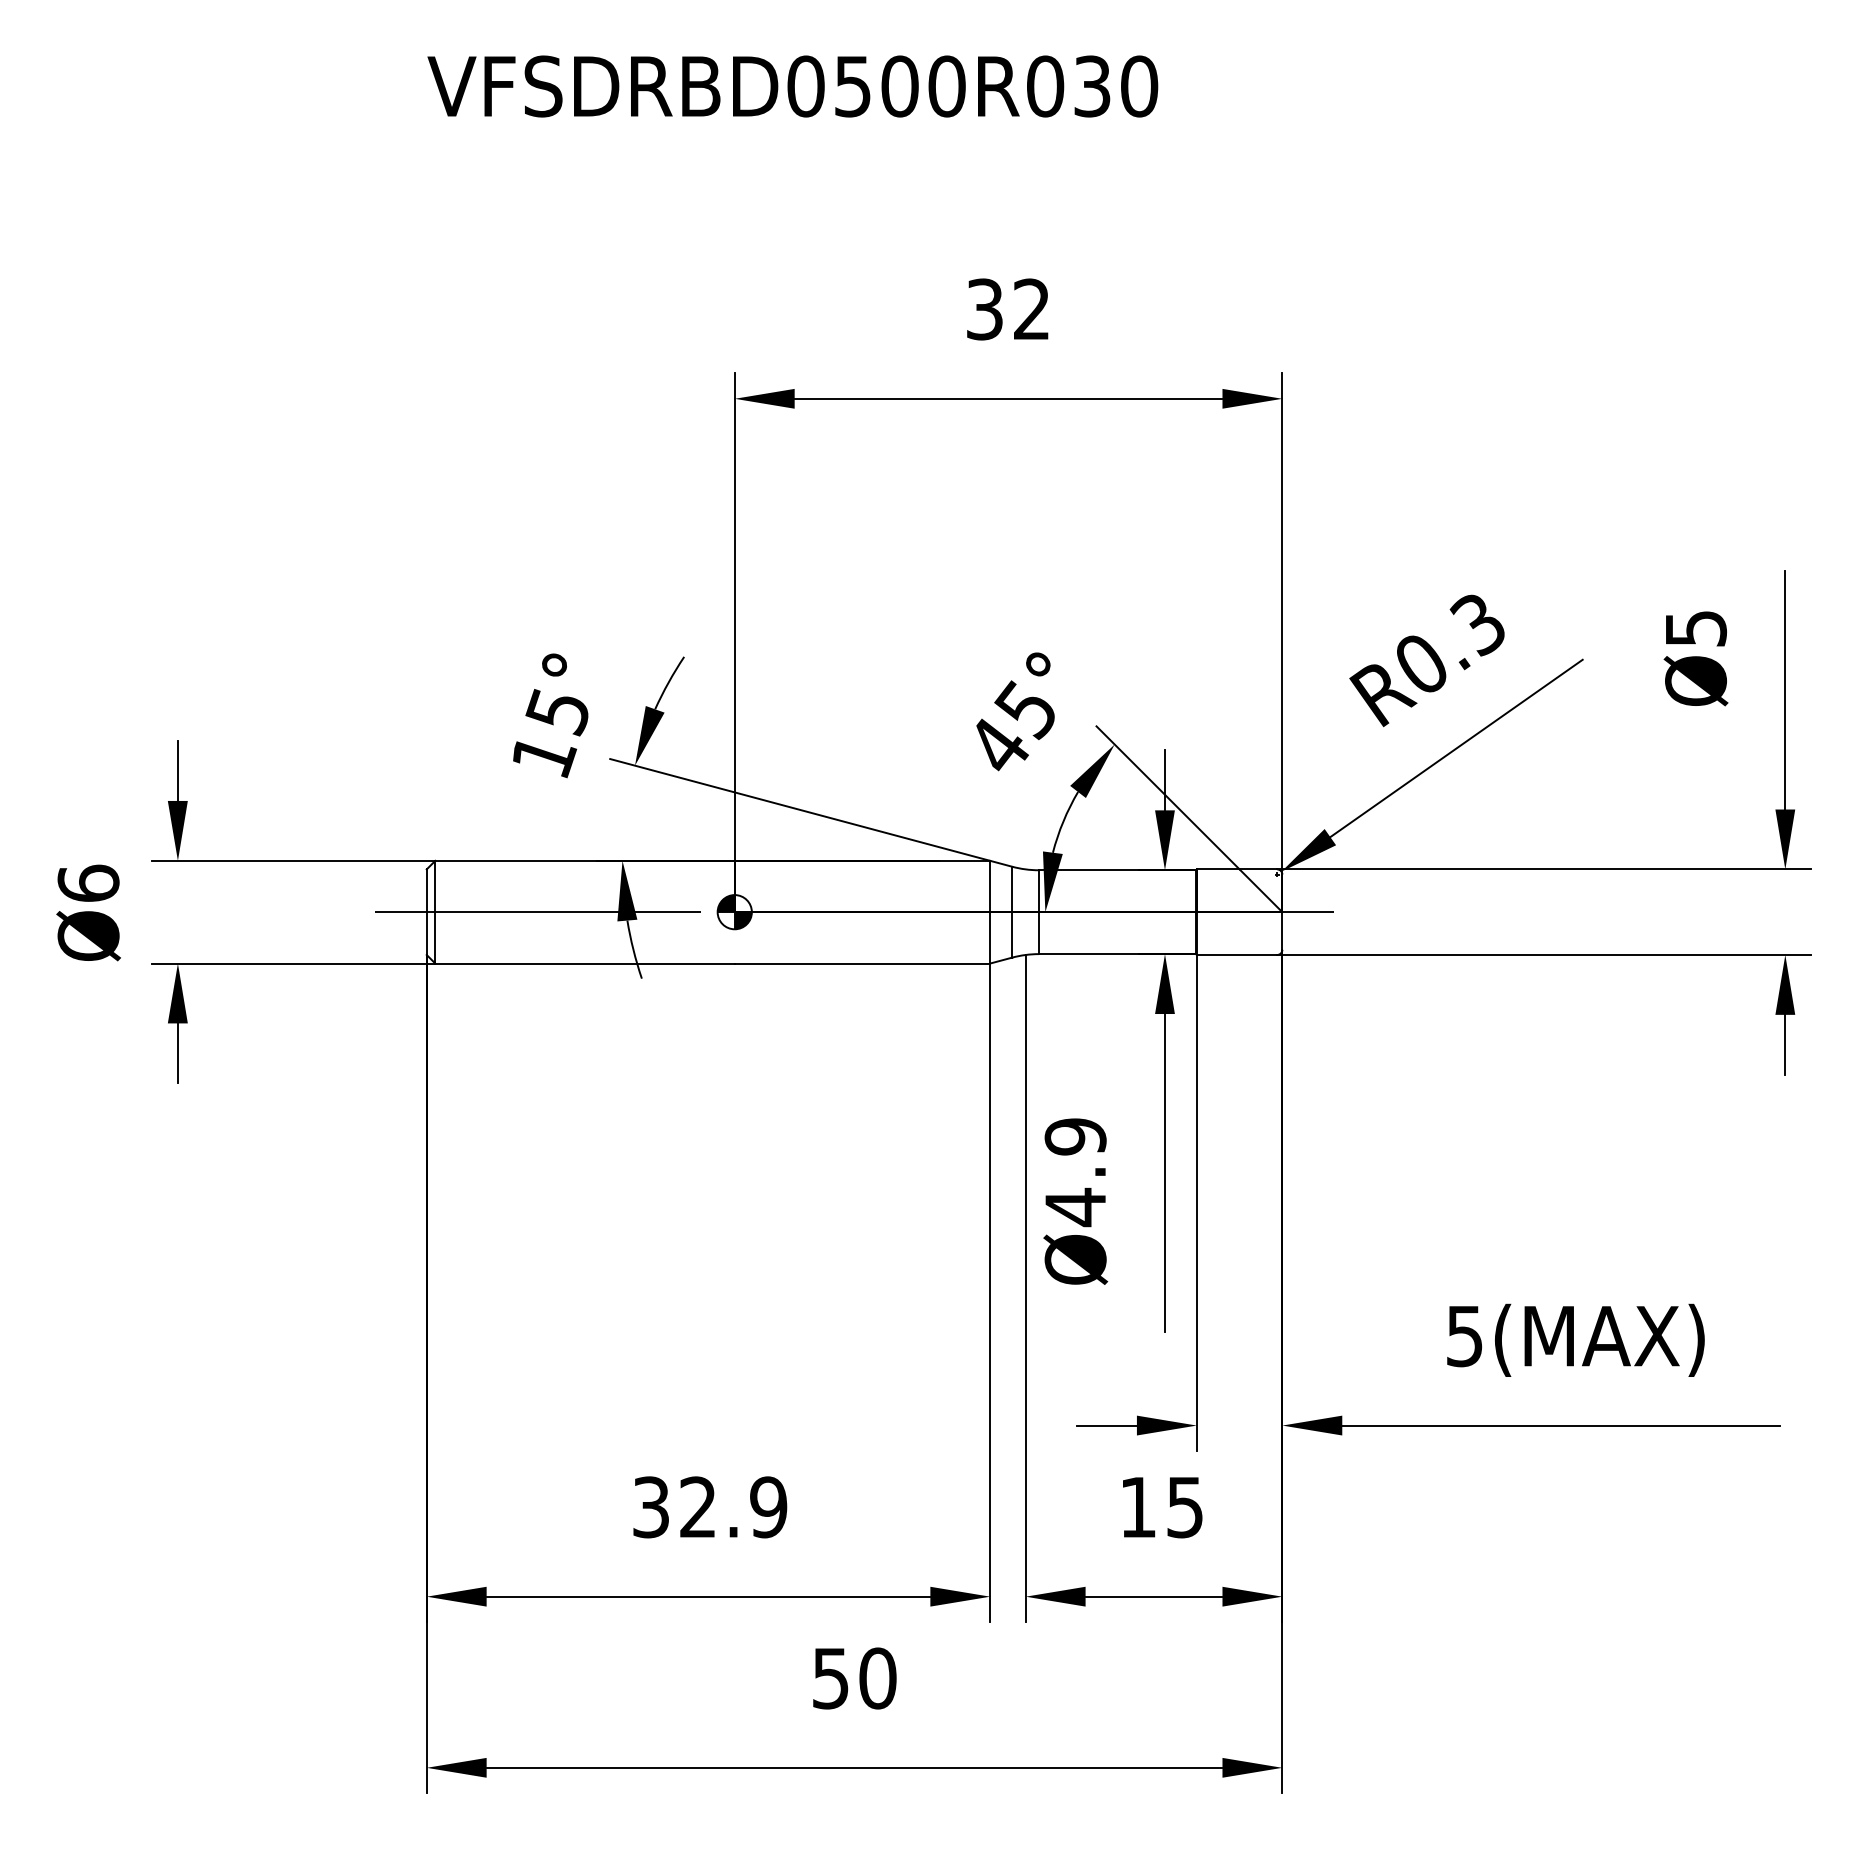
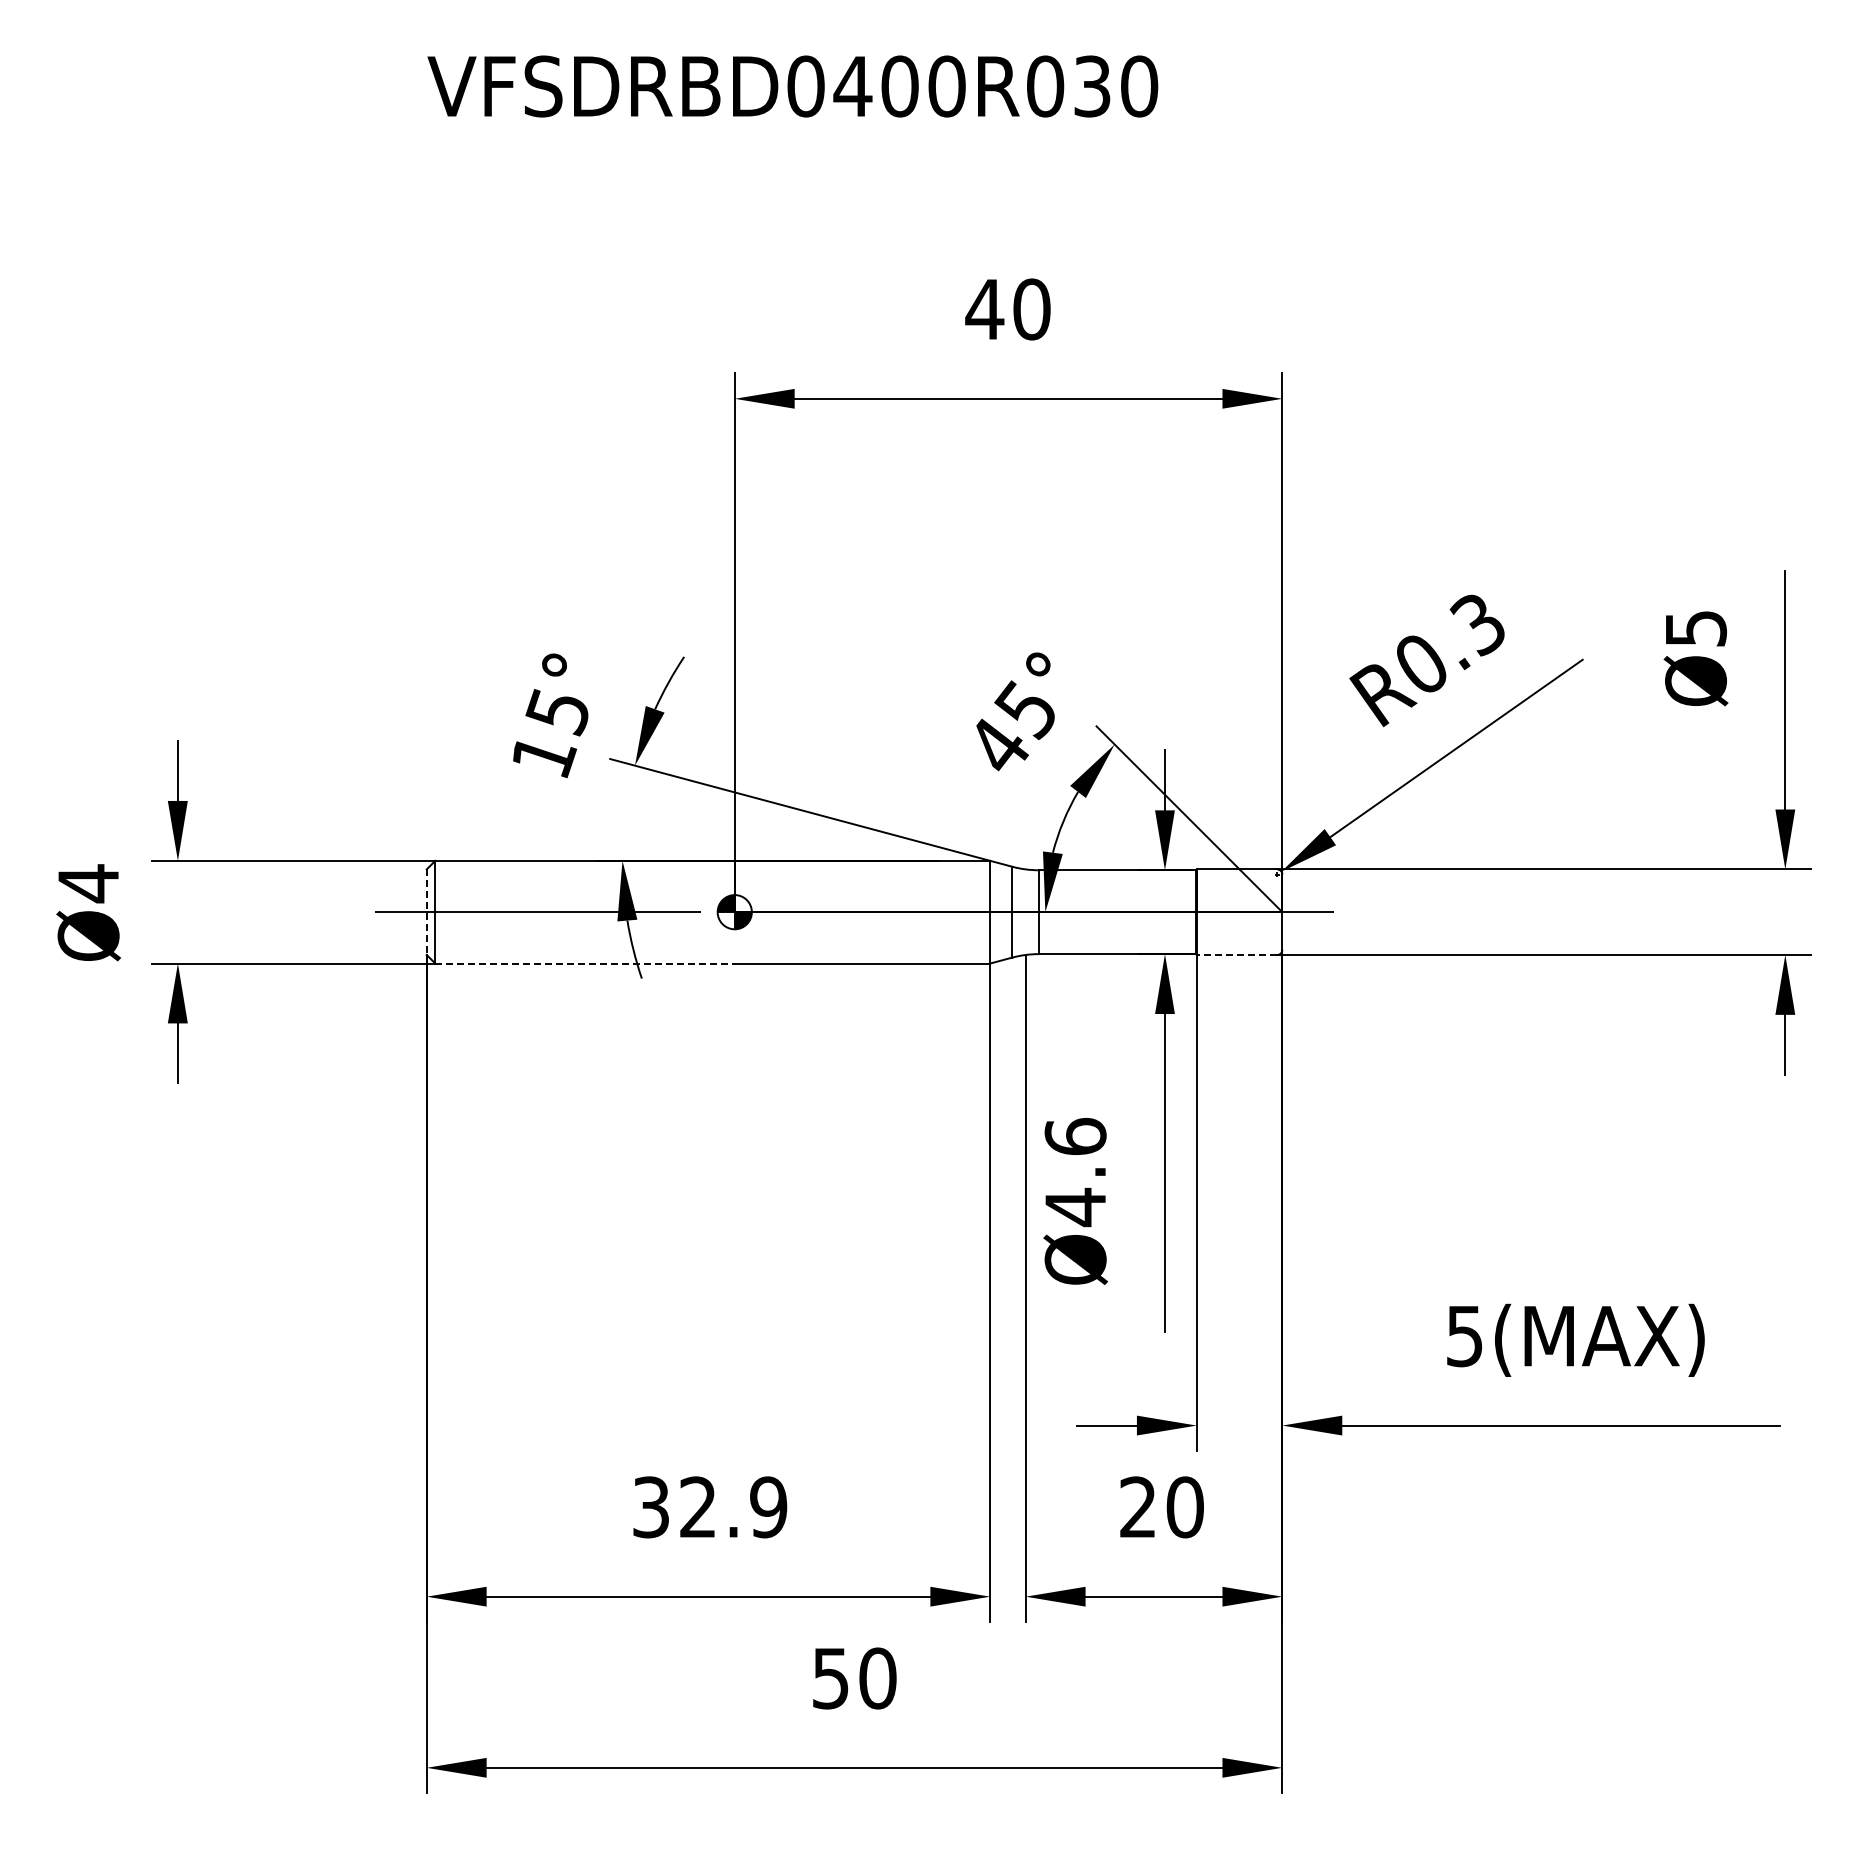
text at (852, 86): VFSDRBD0500R030 -> VFSDRBD0400R030
text at (1007, 309): 32 -> 40
text at (88, 883): Ø6 -> Ø4
line at (426, 912): solid -> dashed
line at (1236, 954): solid -> dashed
line at (585, 963): solid -> dashed
text at (1075, 1136): Ø4.9 -> Ø4.6
text at (1161, 1507): 15 -> 20
